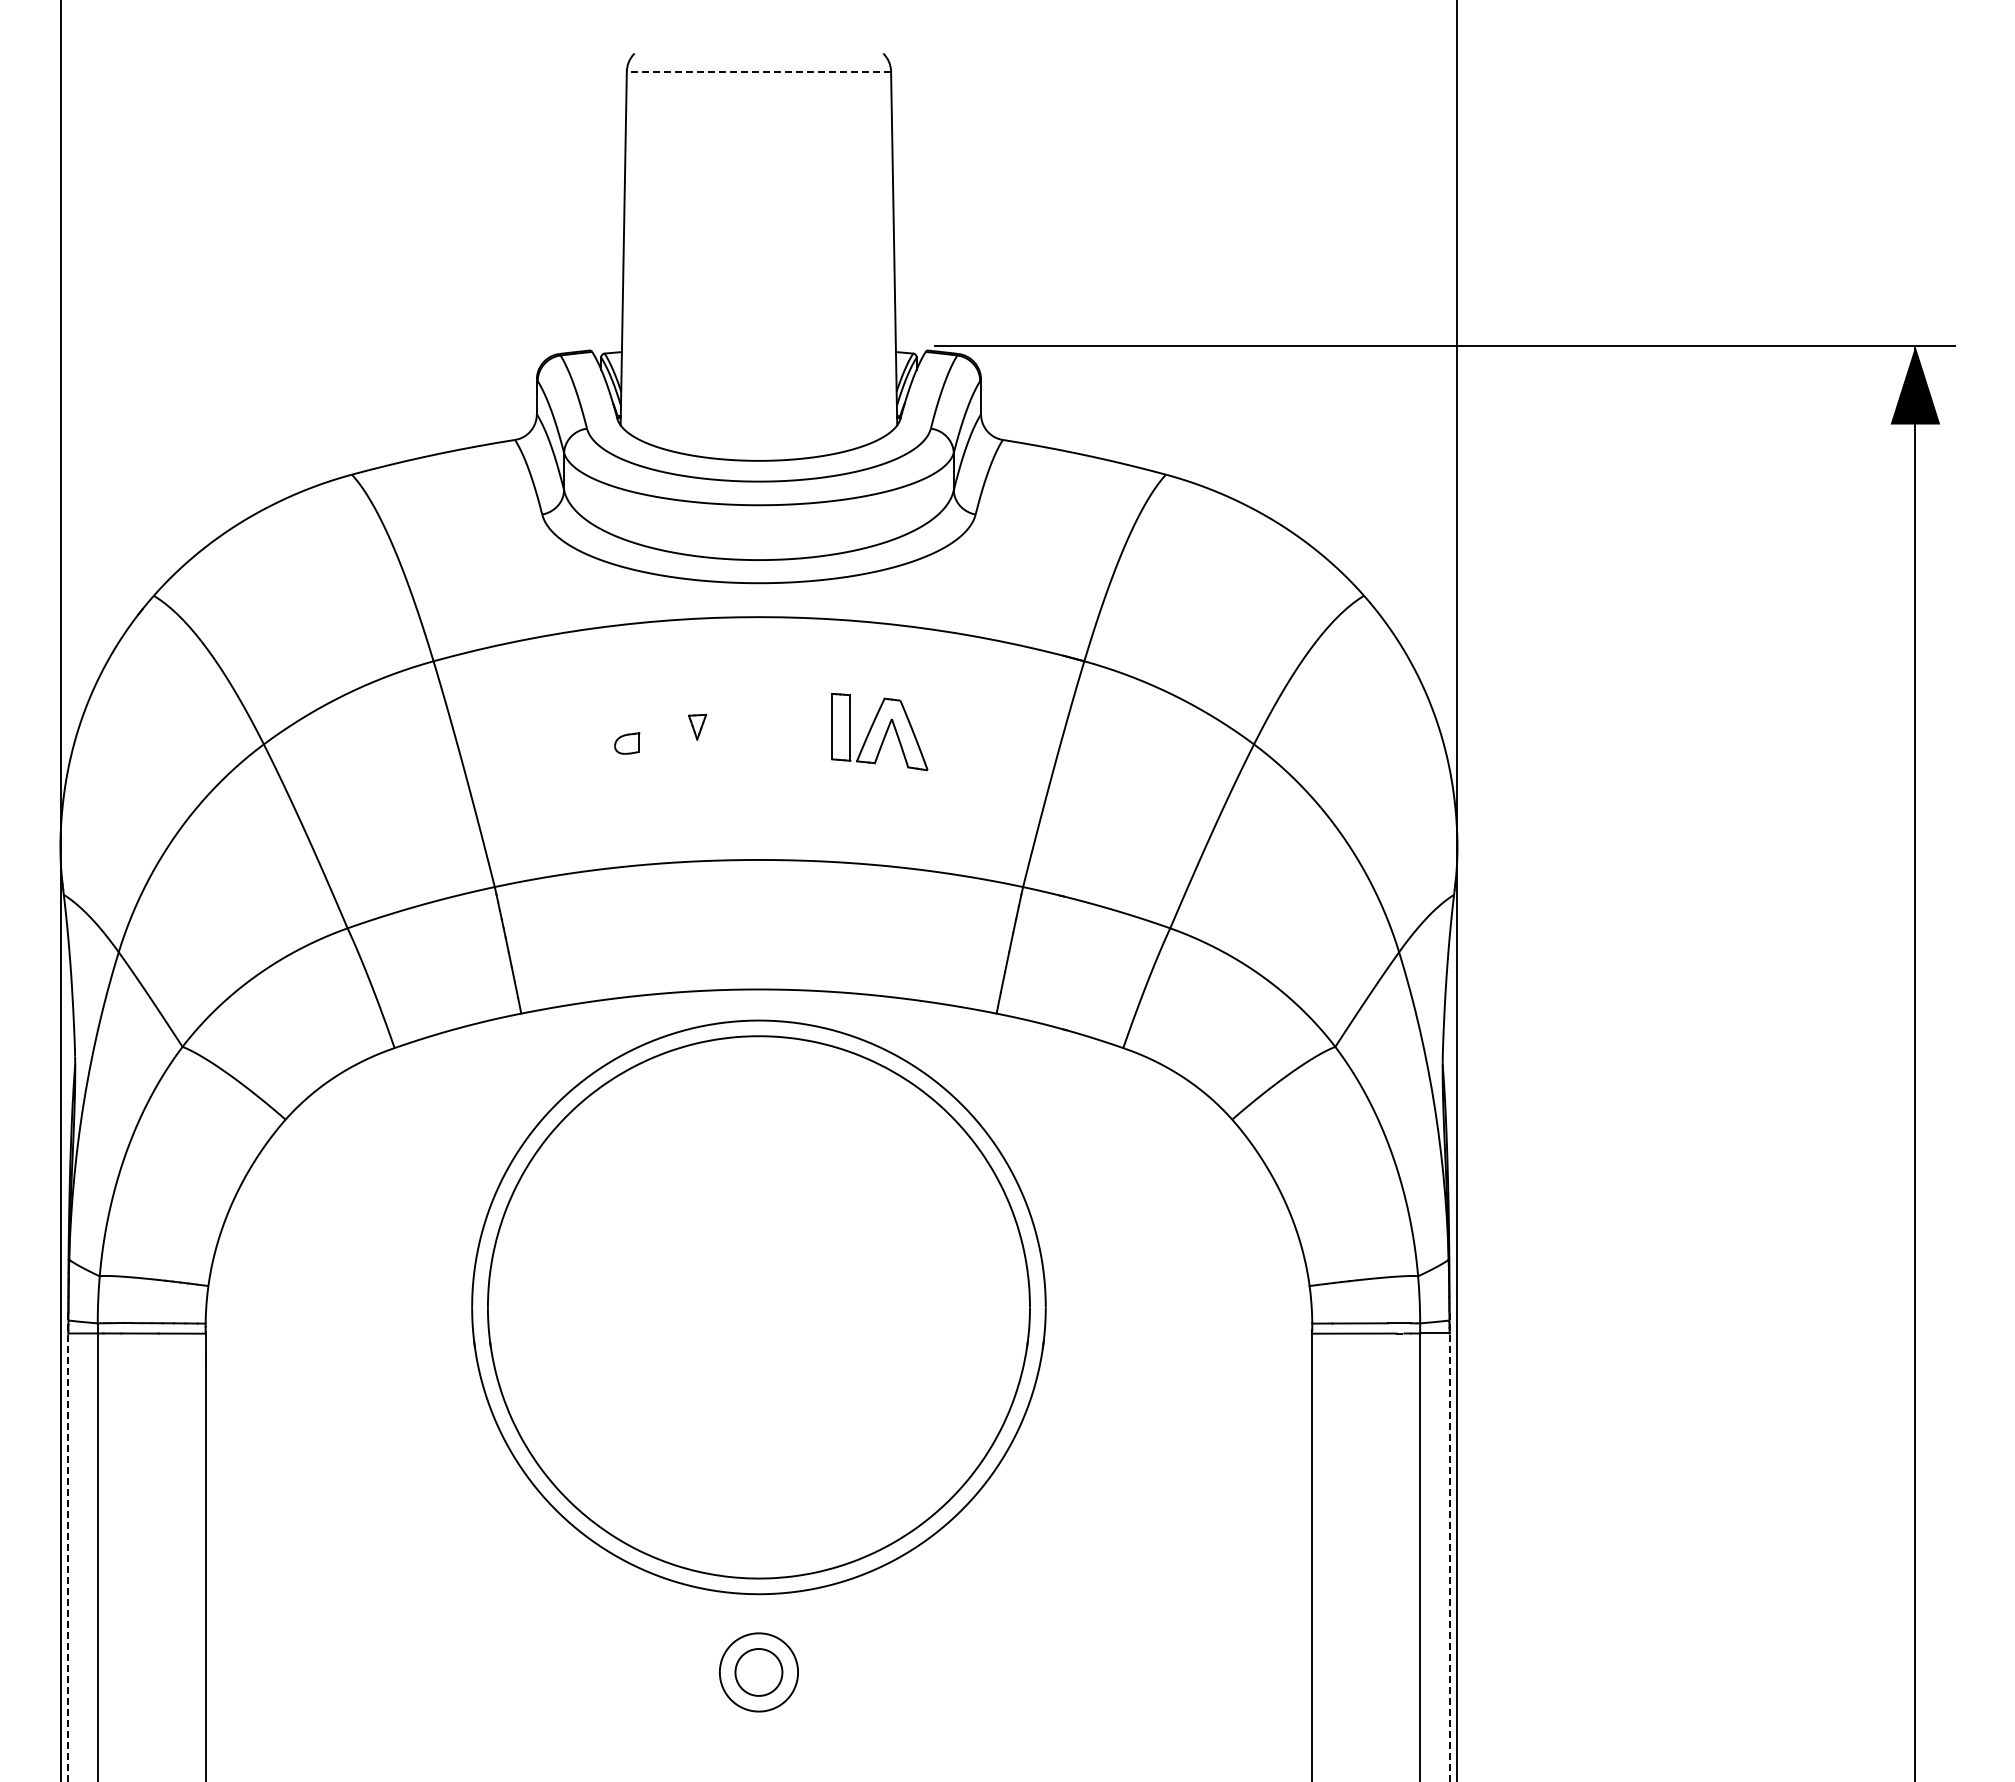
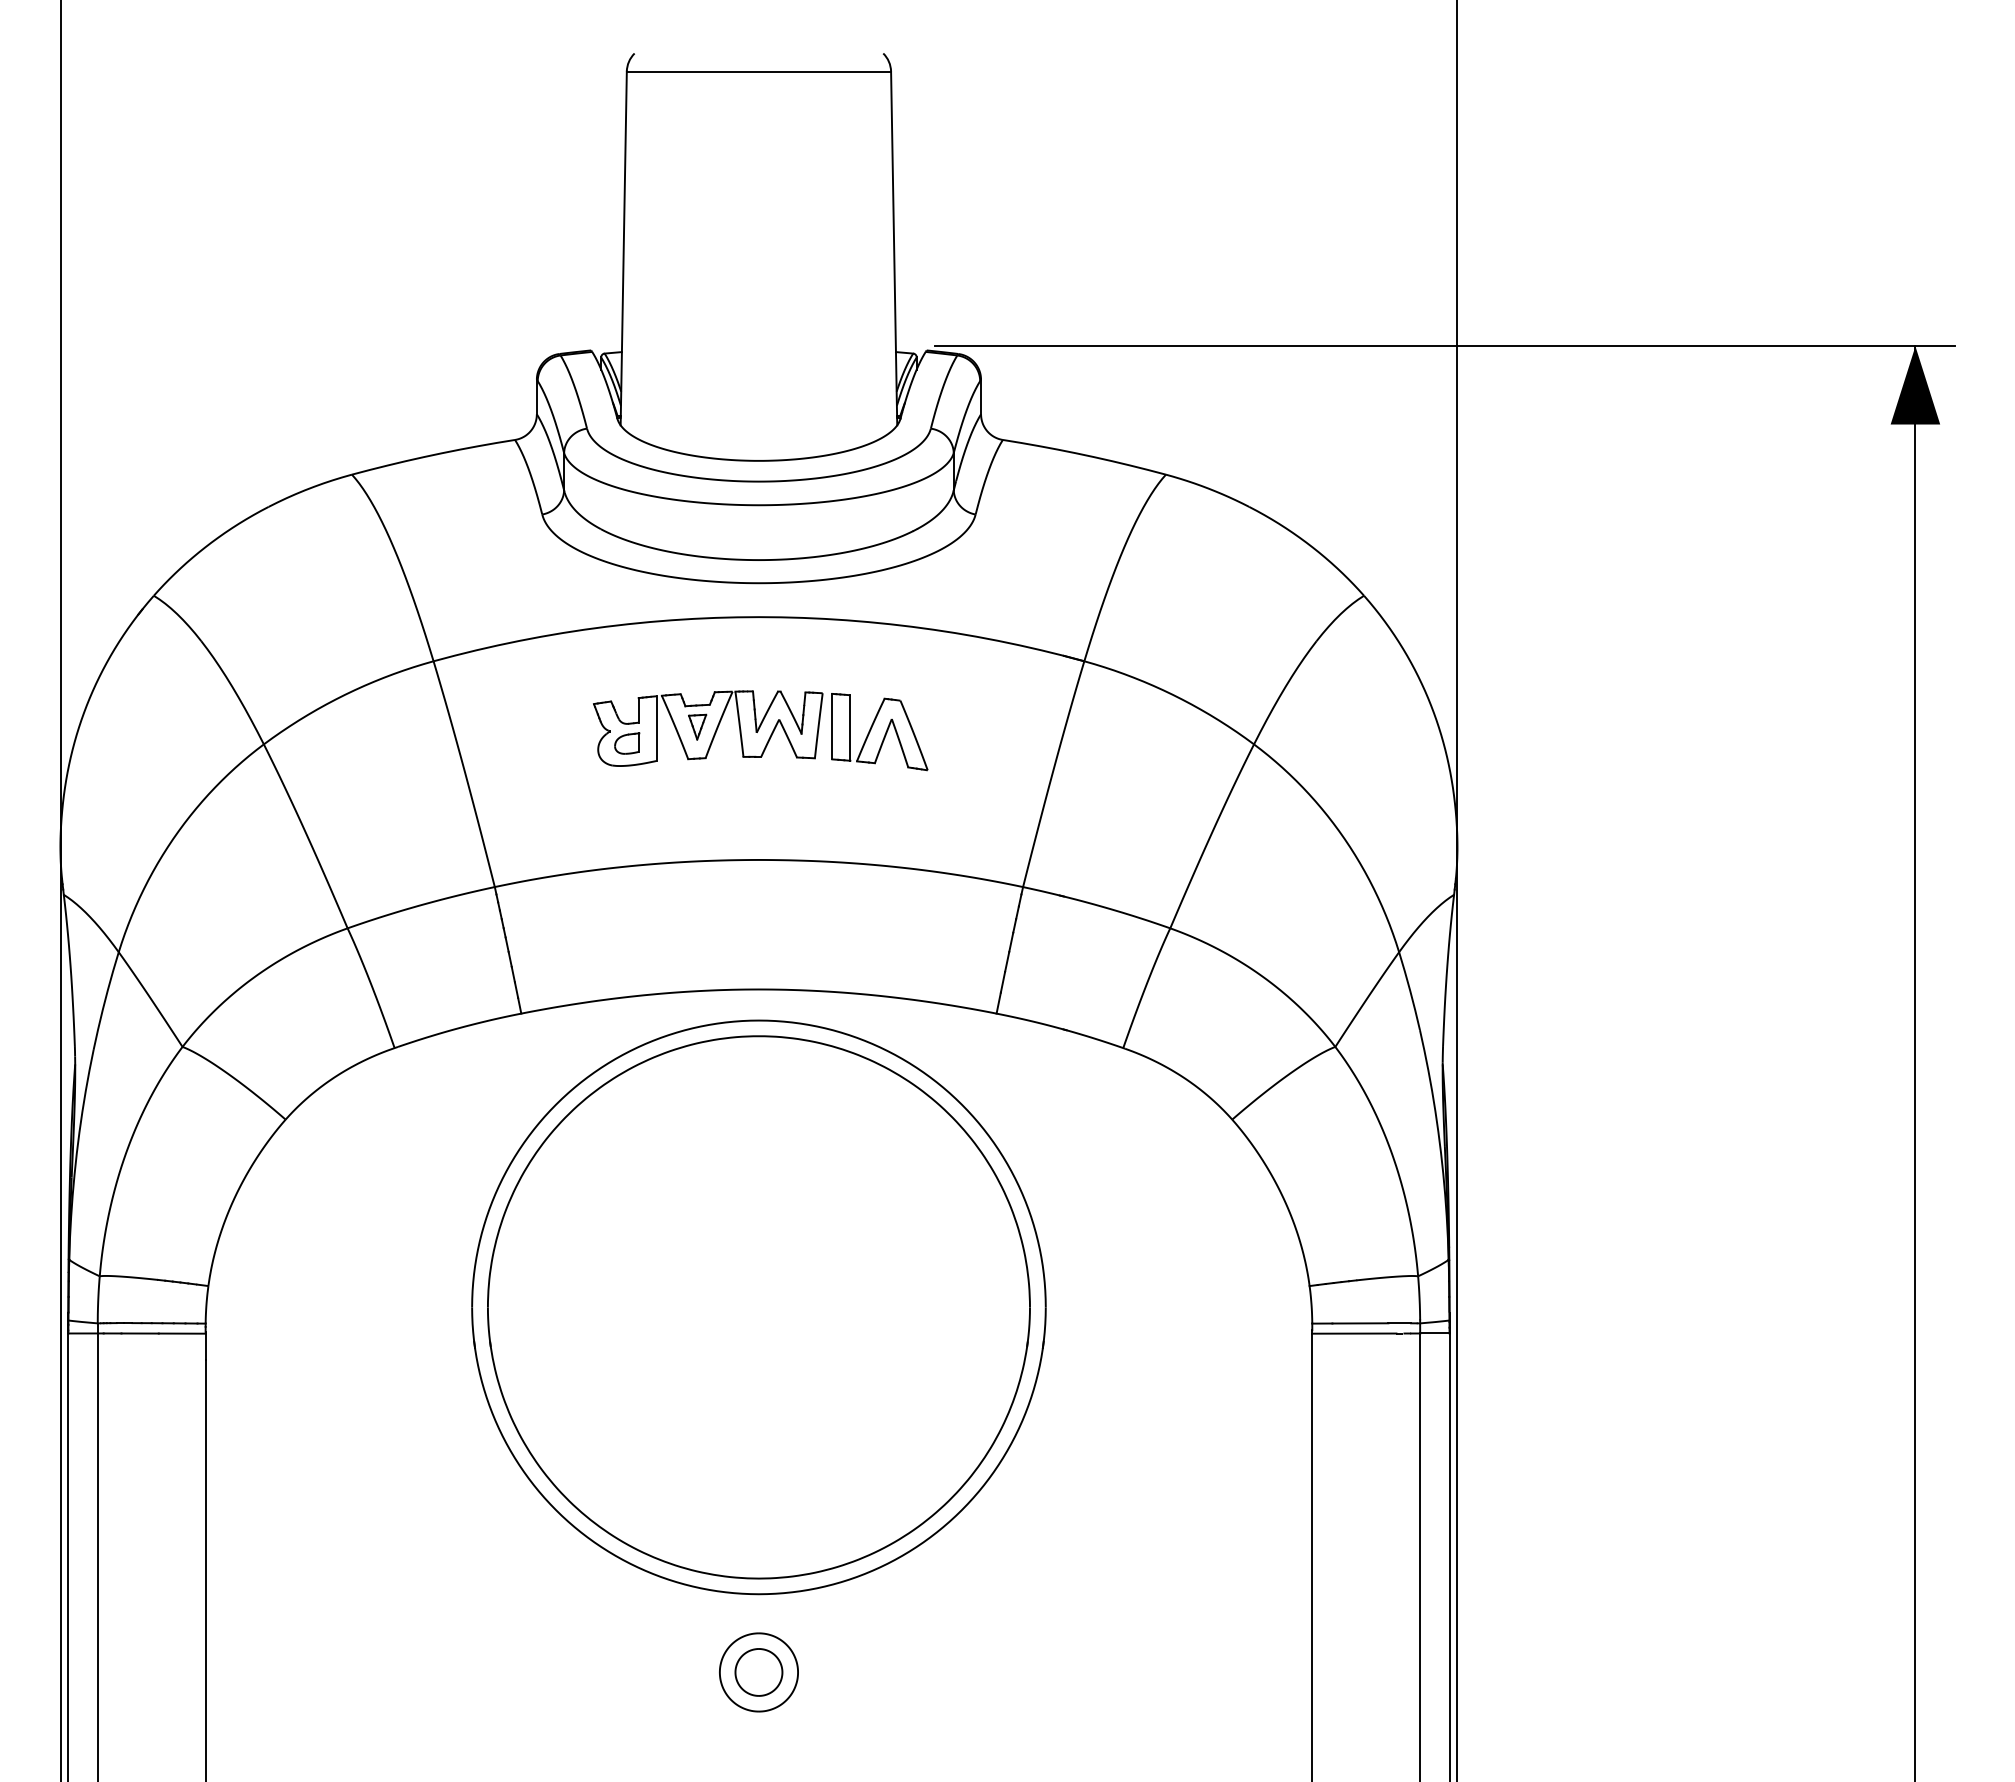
line at (758, 71): dashed -> solid
part at (708, 728): none -> present
line at (68, 1547): dashed -> solid
line at (1449, 1547): dashed -> solid
